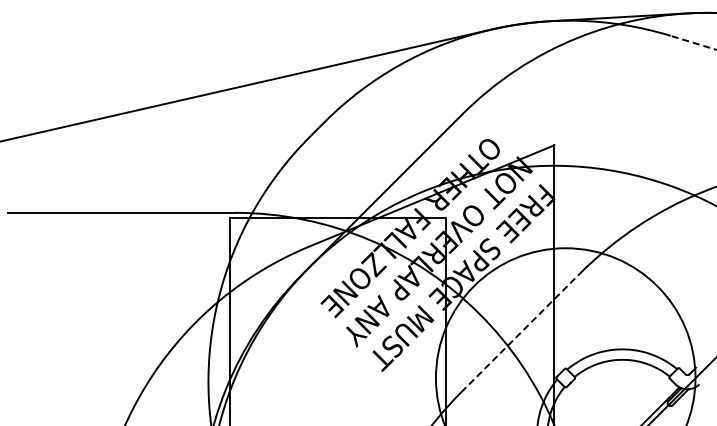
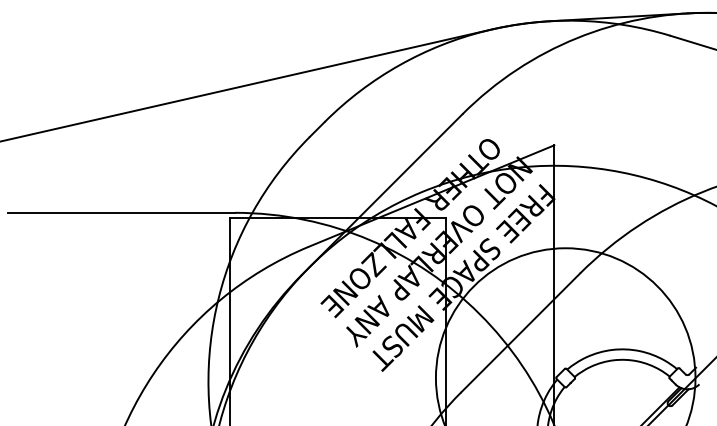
line at (693, 42): dashed -> solid
line at (520, 332): dashed -> solid
